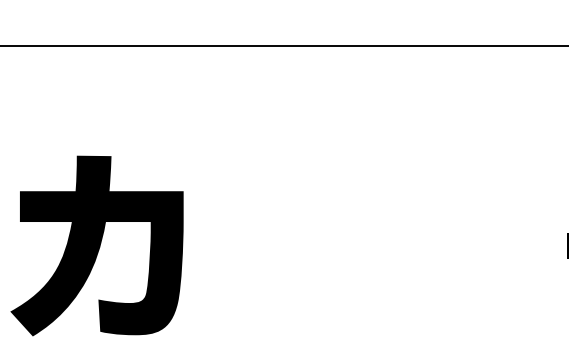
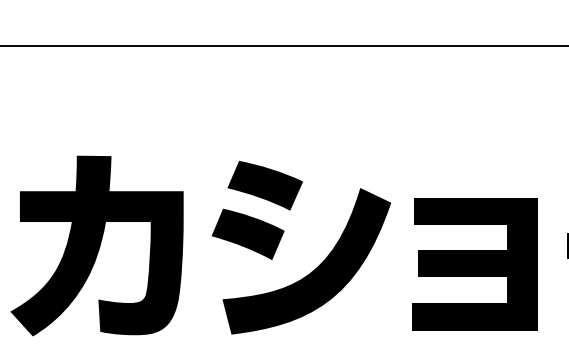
part at (280, 241): none -> present
fill at (475, 264): none -> present
